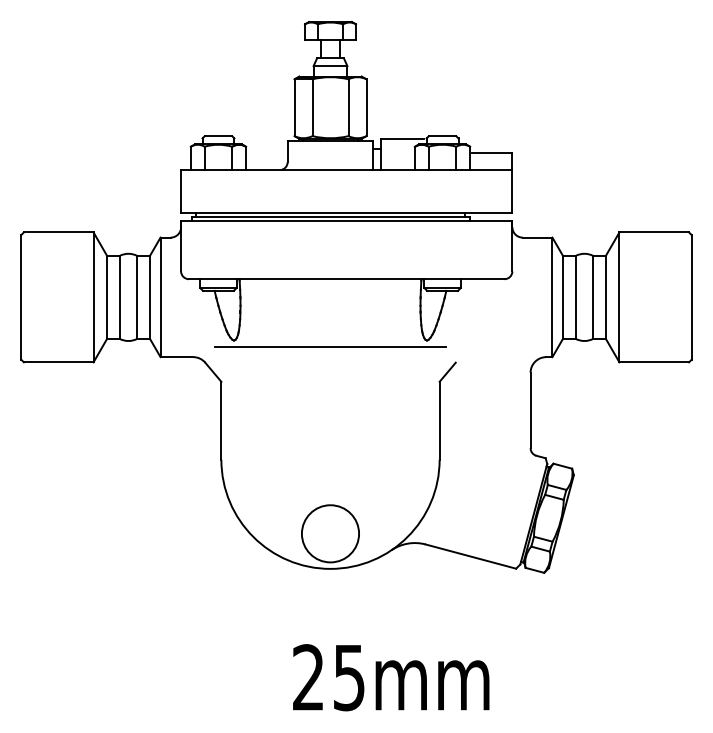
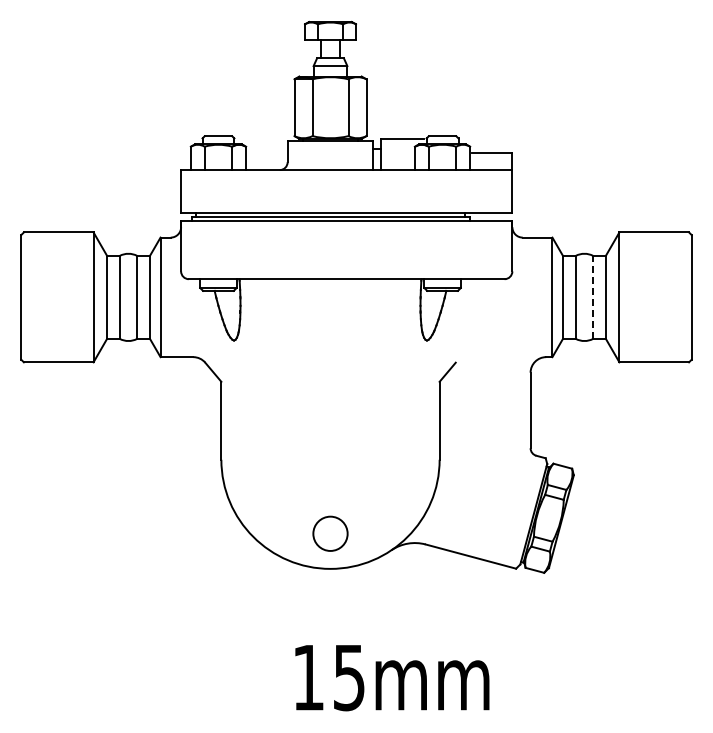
line at (593, 297): solid -> dashed
line at (330, 346): present -> none
circle at (330, 533) diameter: 57 px -> 34 px
text at (308, 677): 25mm -> 15mm
